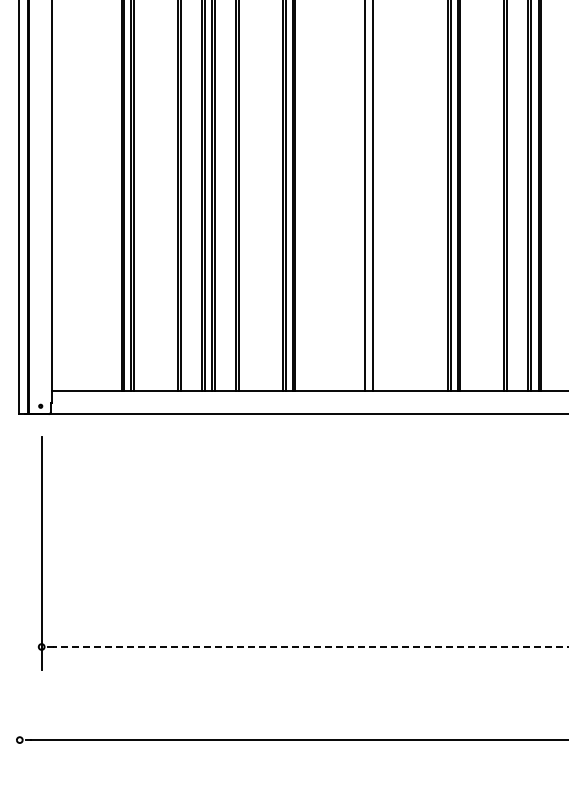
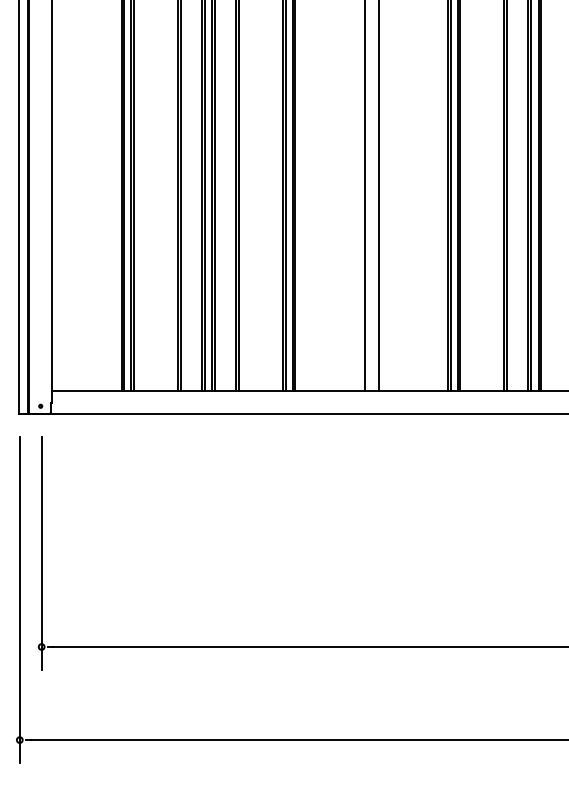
line at (373, 196) position: (373, 196) -> (379, 196)
line at (19, 600): none -> present
line at (310, 646): dashed -> solid
